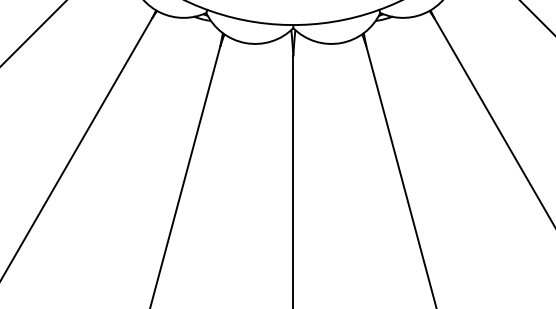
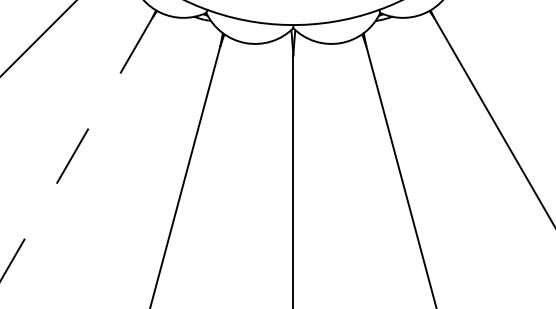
line at (537, 17): present -> none
line at (33, 33) position: (33, 33) -> (38, 38)
line at (76, 149): solid -> dashed
